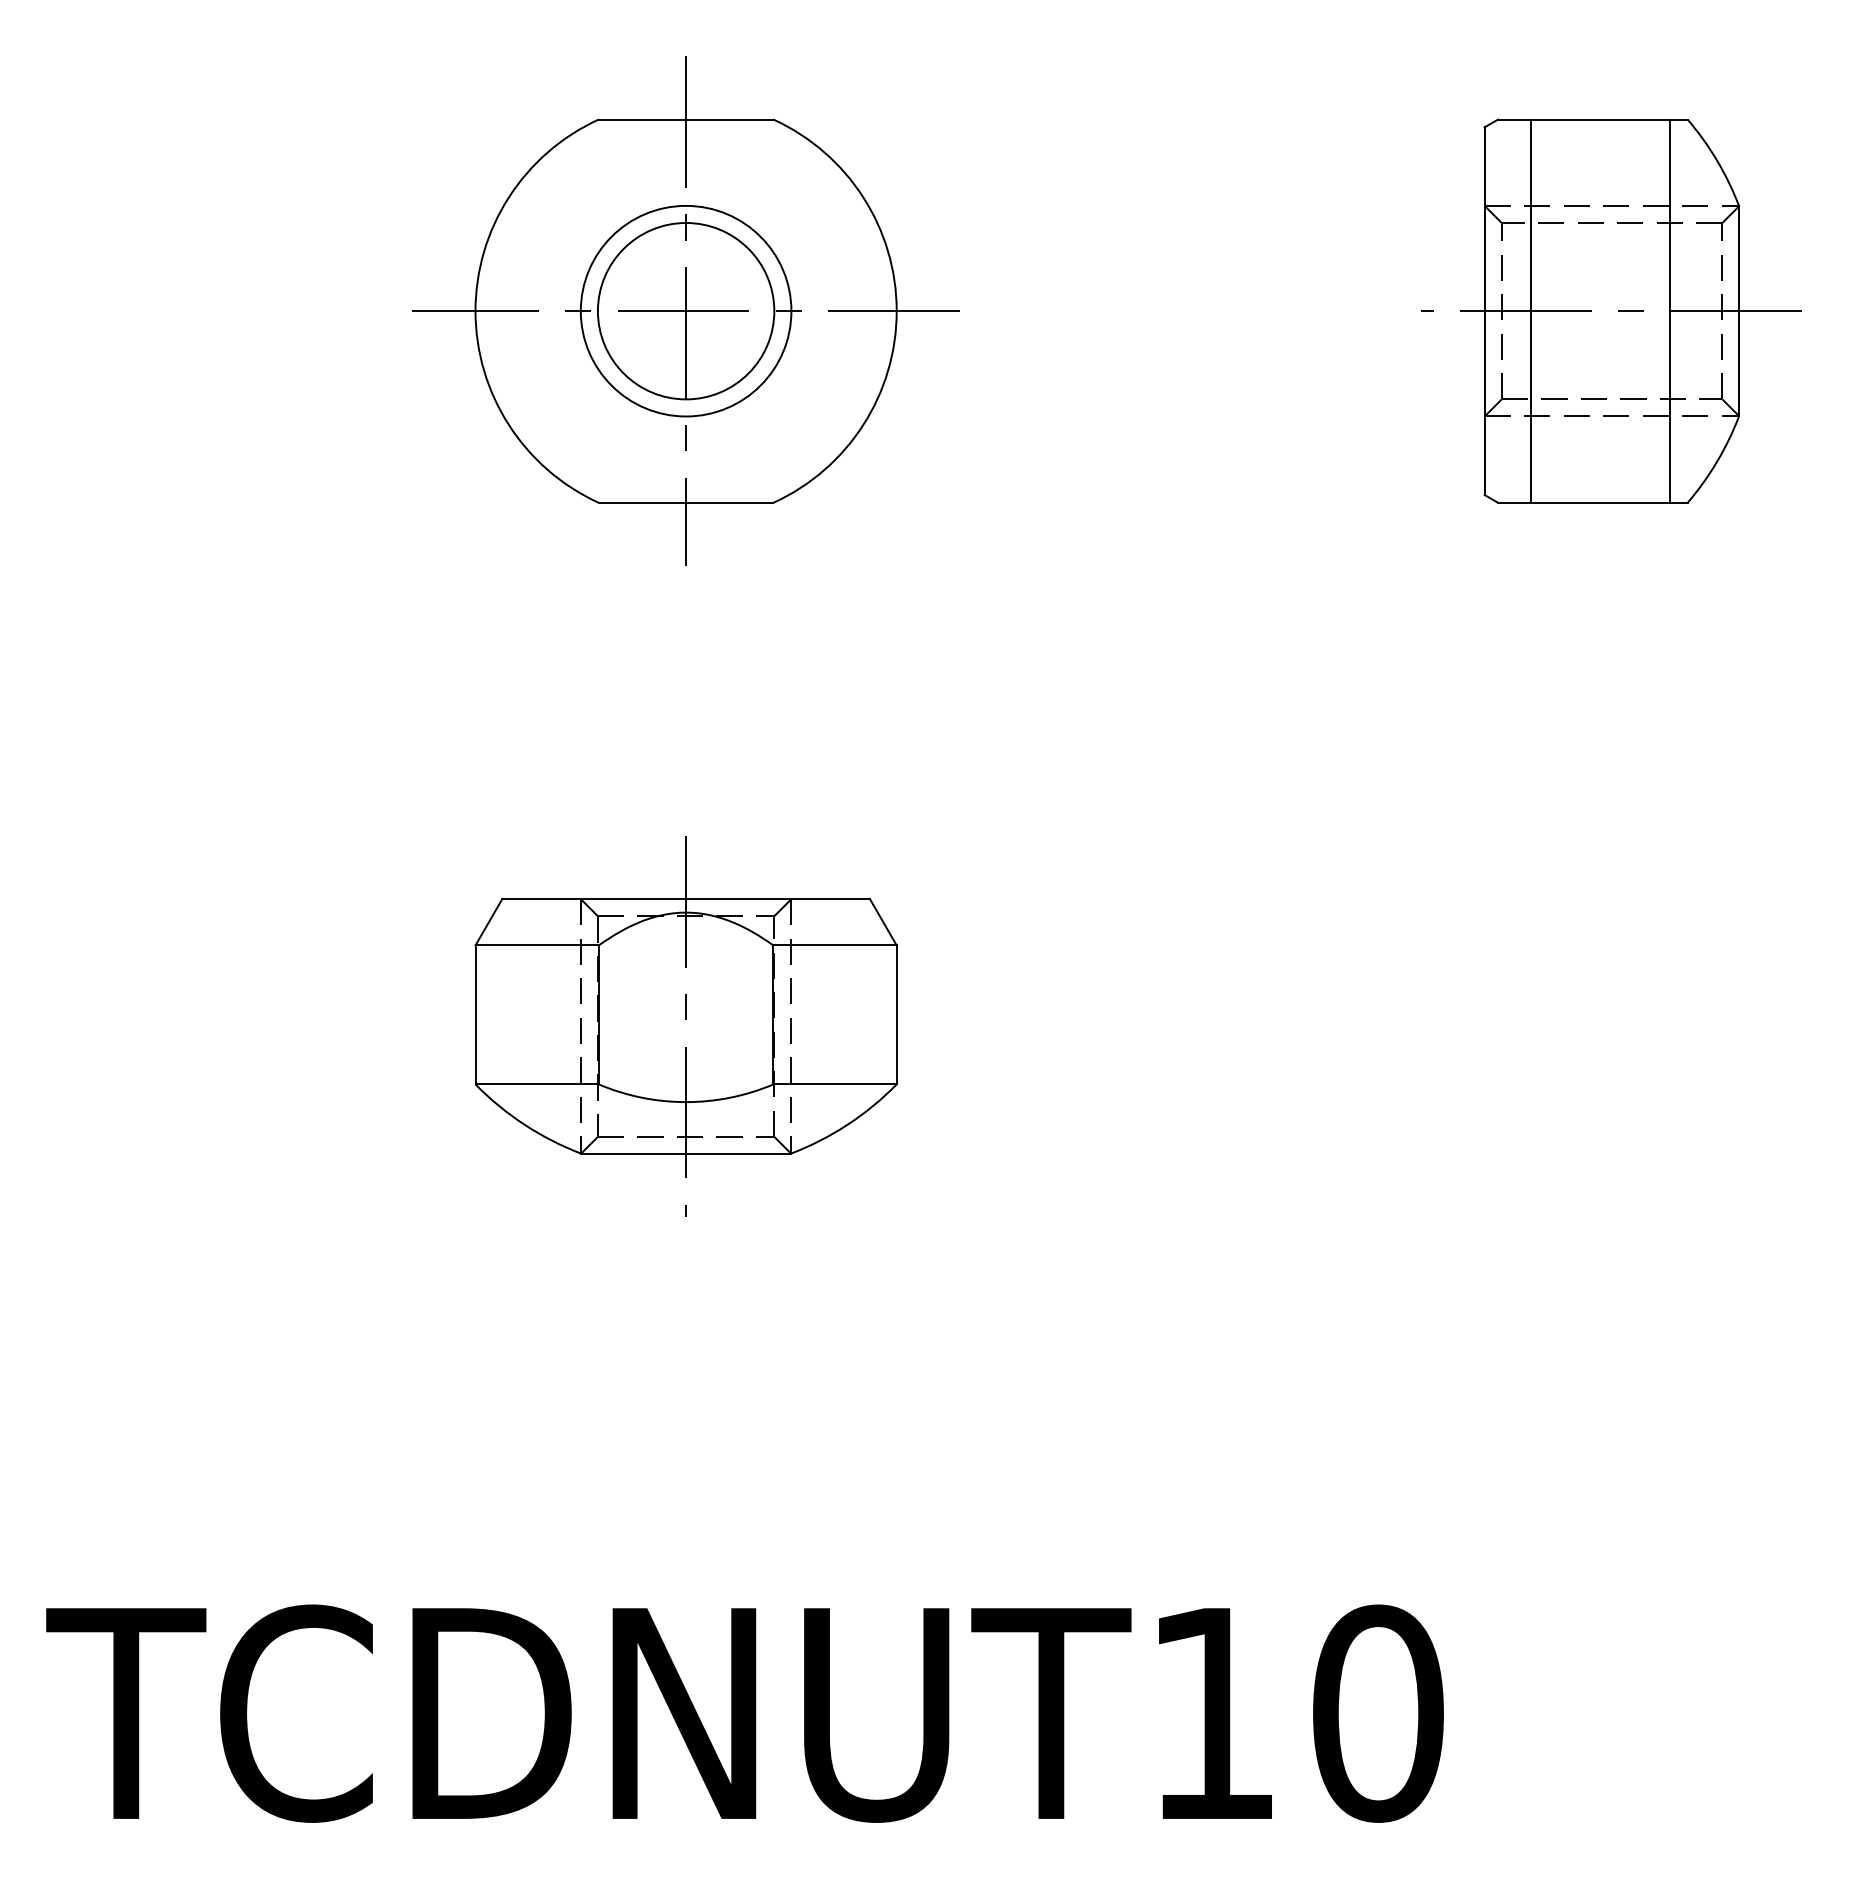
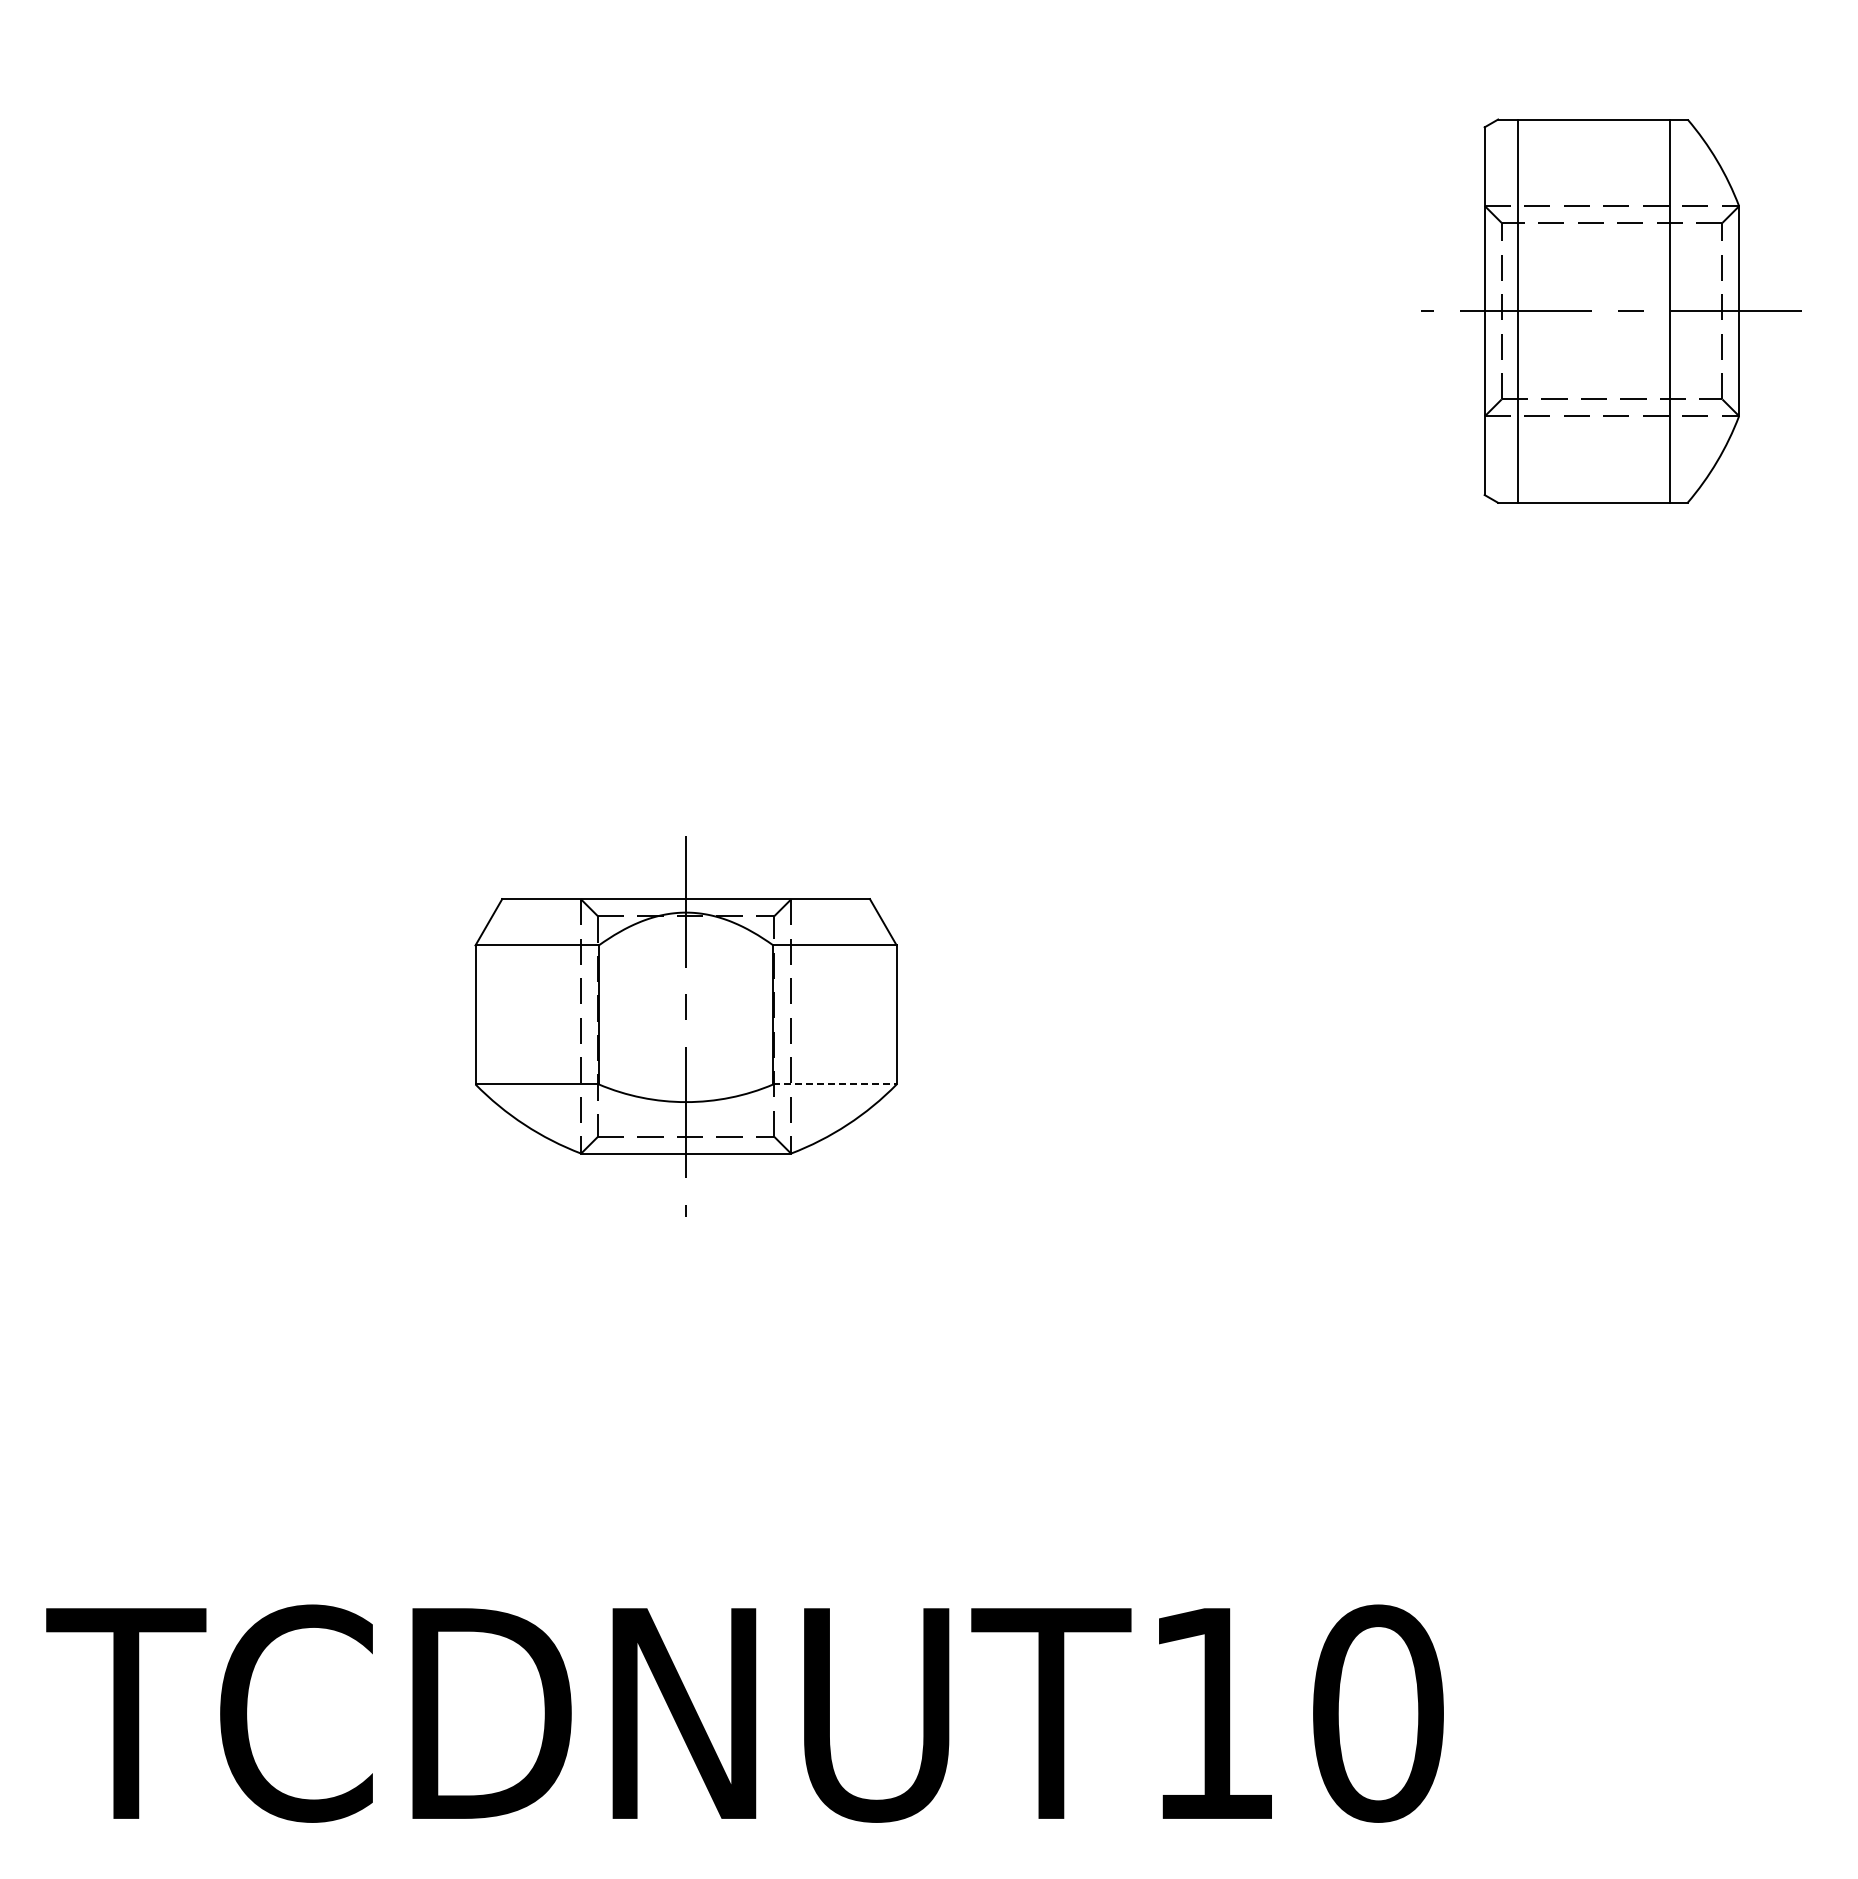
part at (685, 310): present -> none
line at (1530, 310) position: (1530, 310) -> (1517, 310)
line at (835, 1084): solid -> dashed
